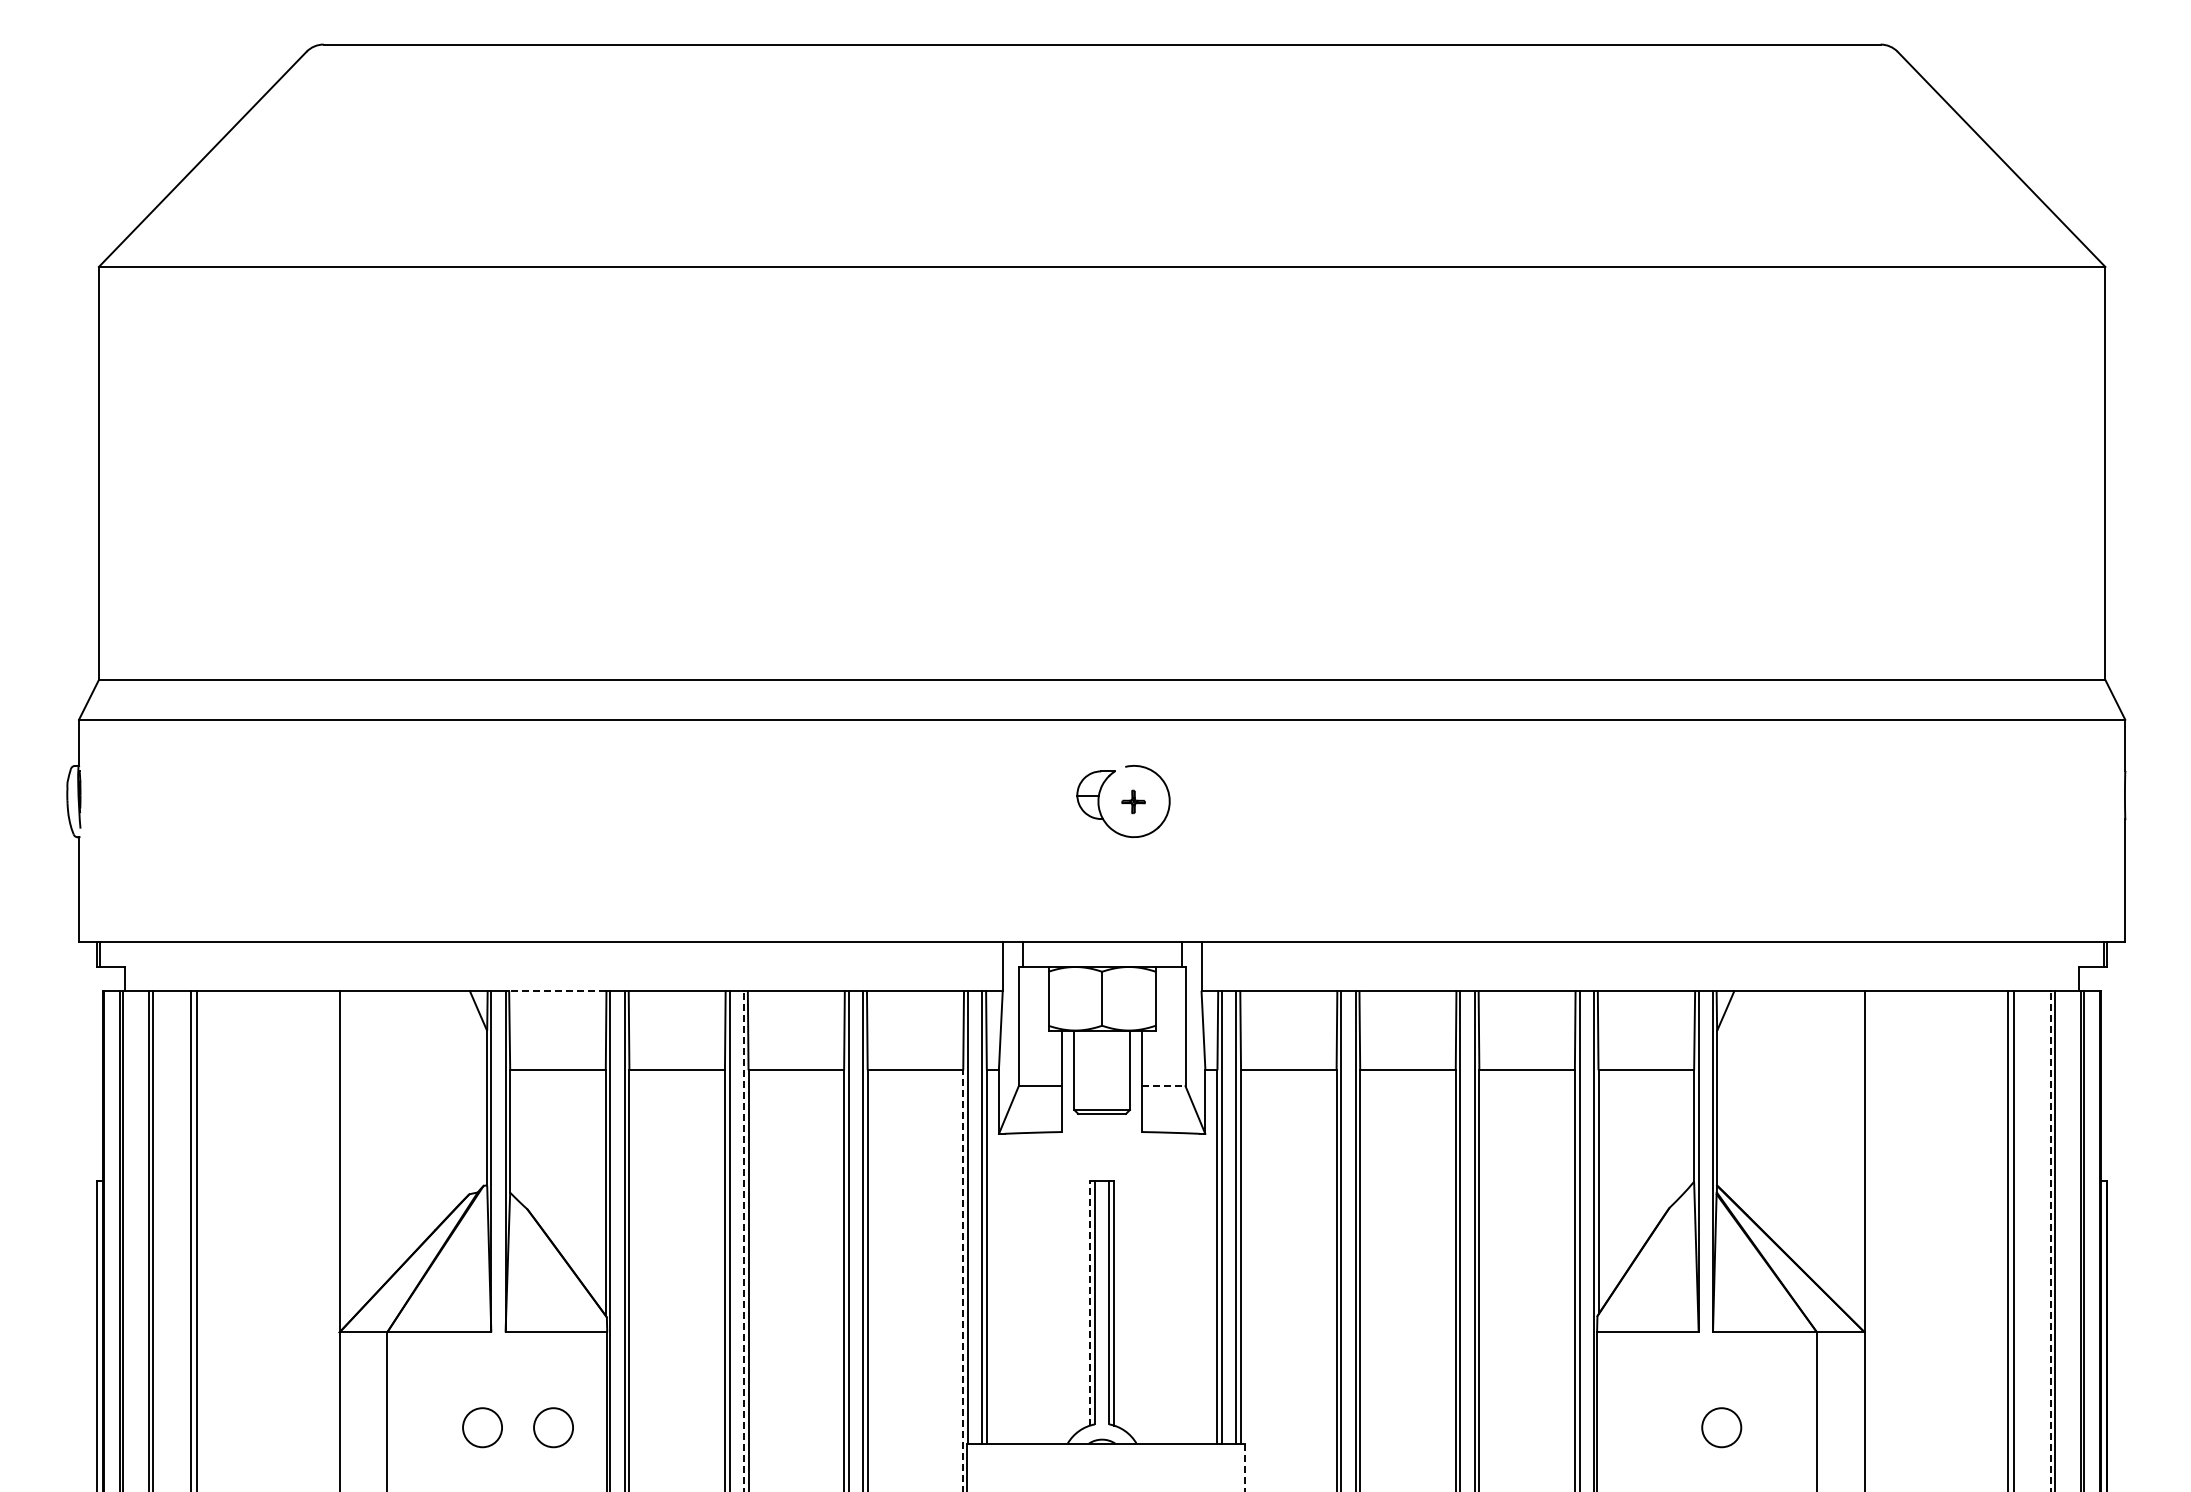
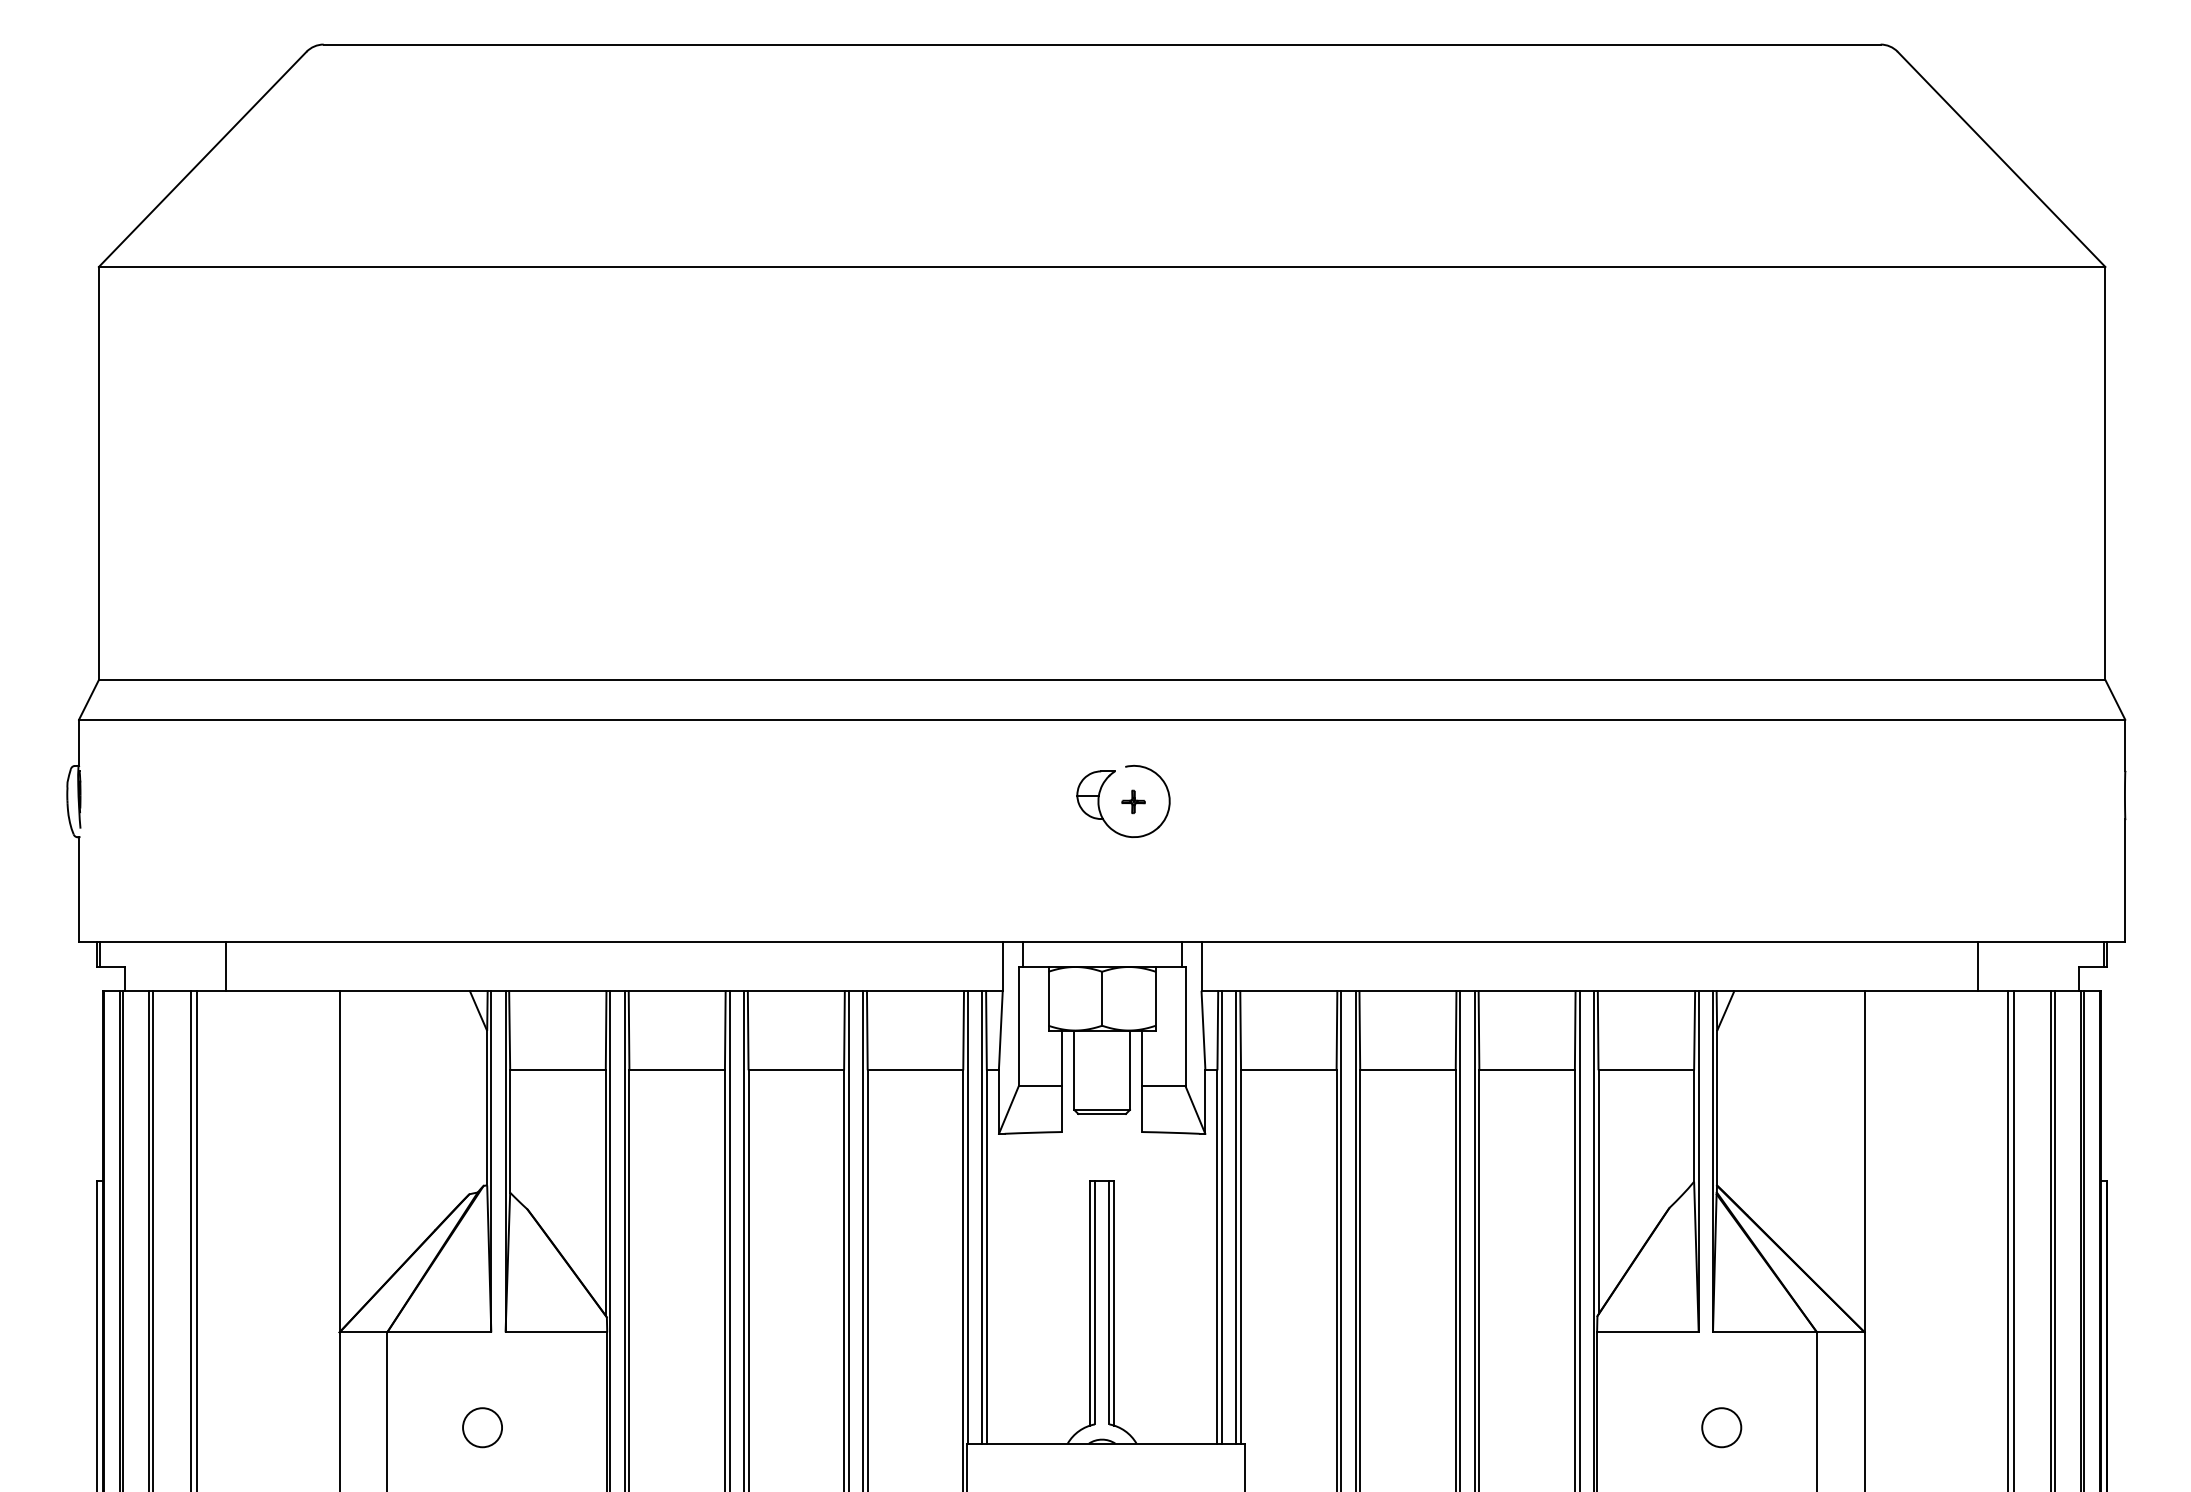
line at (226, 966): none -> present
line at (1978, 966): none -> present
line at (557, 990): dashed -> solid
line at (1163, 1086): dashed -> solid
line at (743, 1240): dashed -> solid
line at (2050, 1240): dashed -> solid
line at (963, 1280): dashed -> solid
line at (1090, 1303): dashed -> solid
circle at (553, 1427): present -> none
line at (1245, 1467): dashed -> solid
